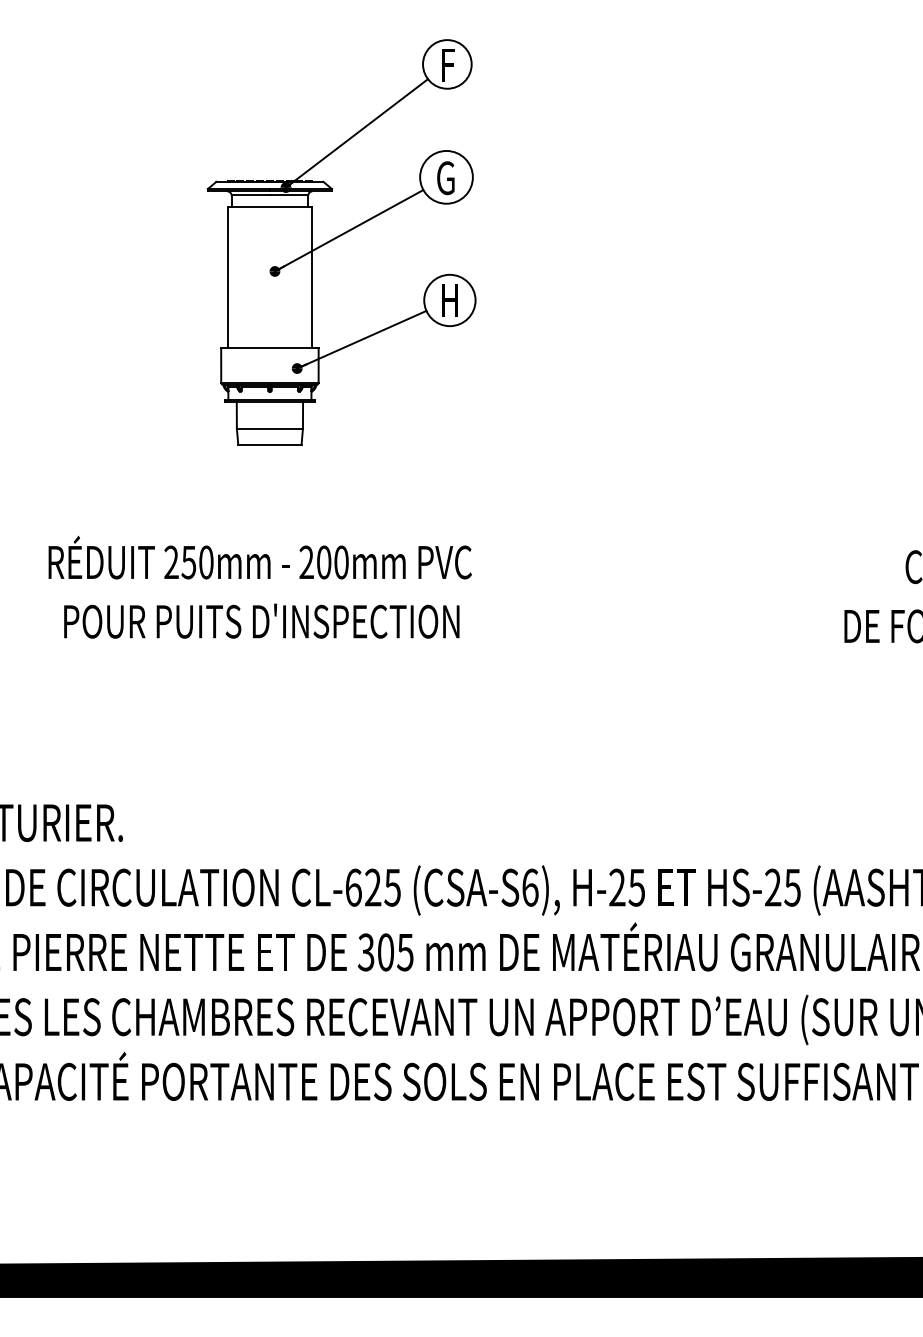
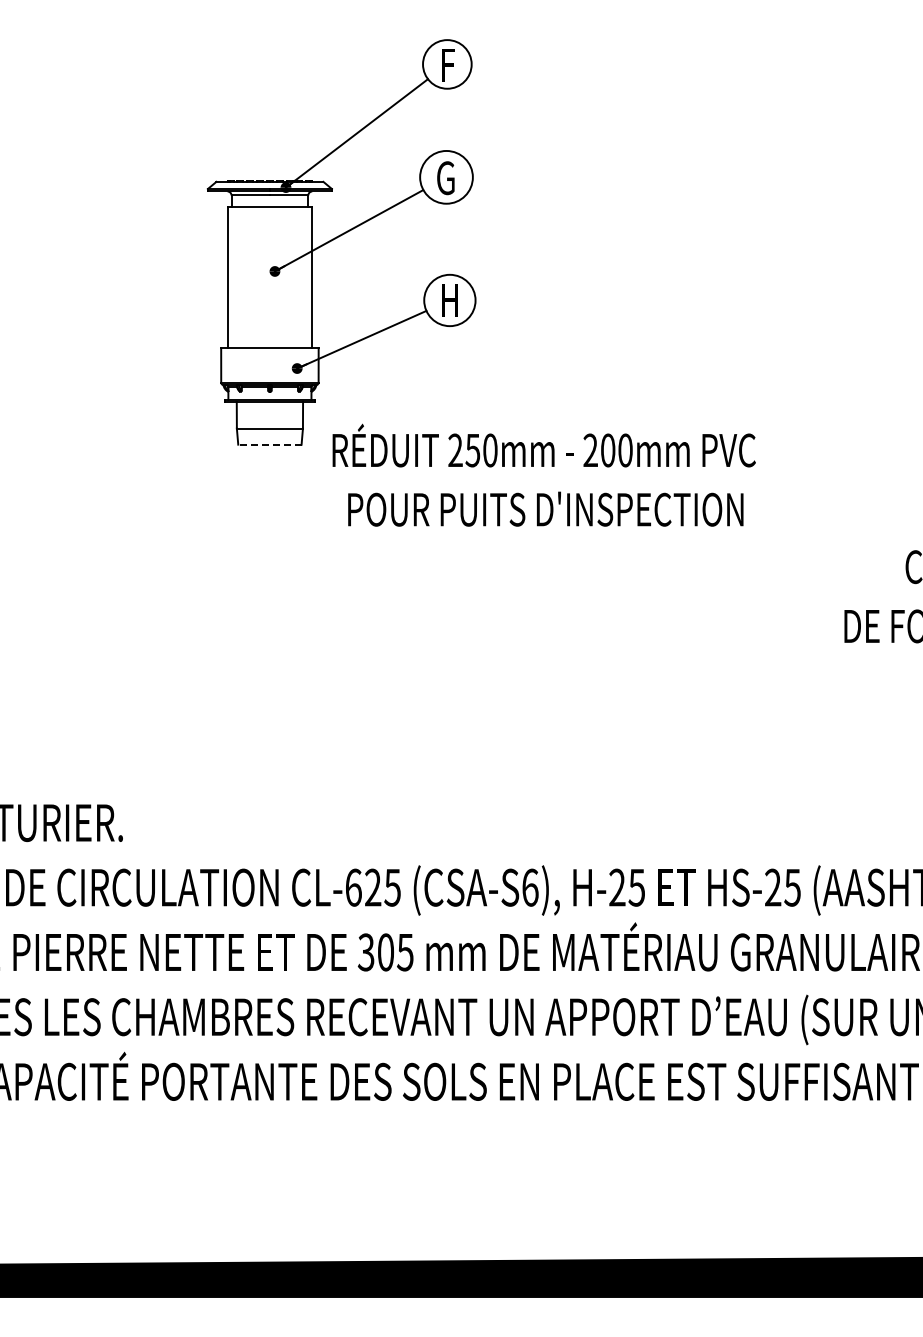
line at (269, 444): solid -> dashed
text at (259, 586) position: (259, 586) -> (543, 474)
